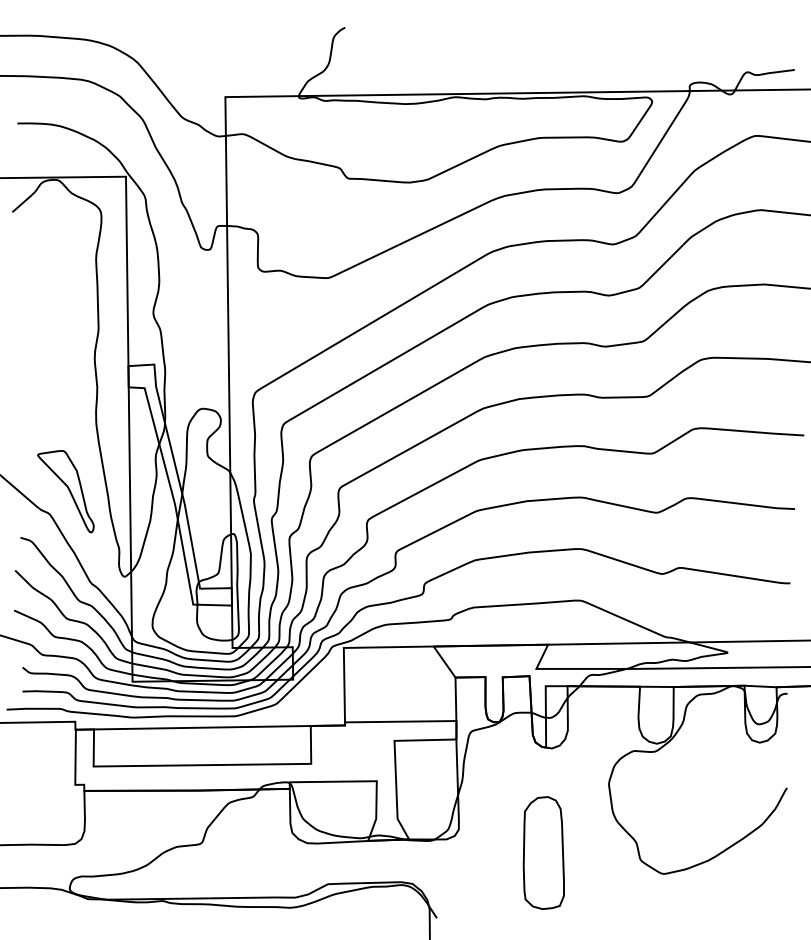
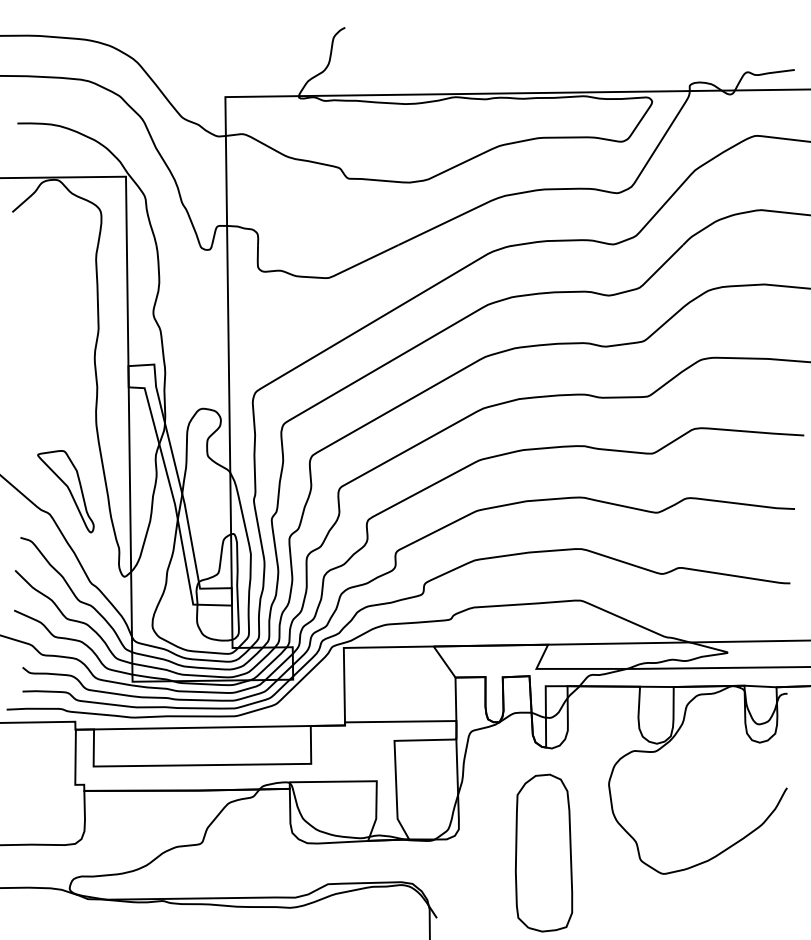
part at (543, 852) size: 43x114 px -> 60x160 px
